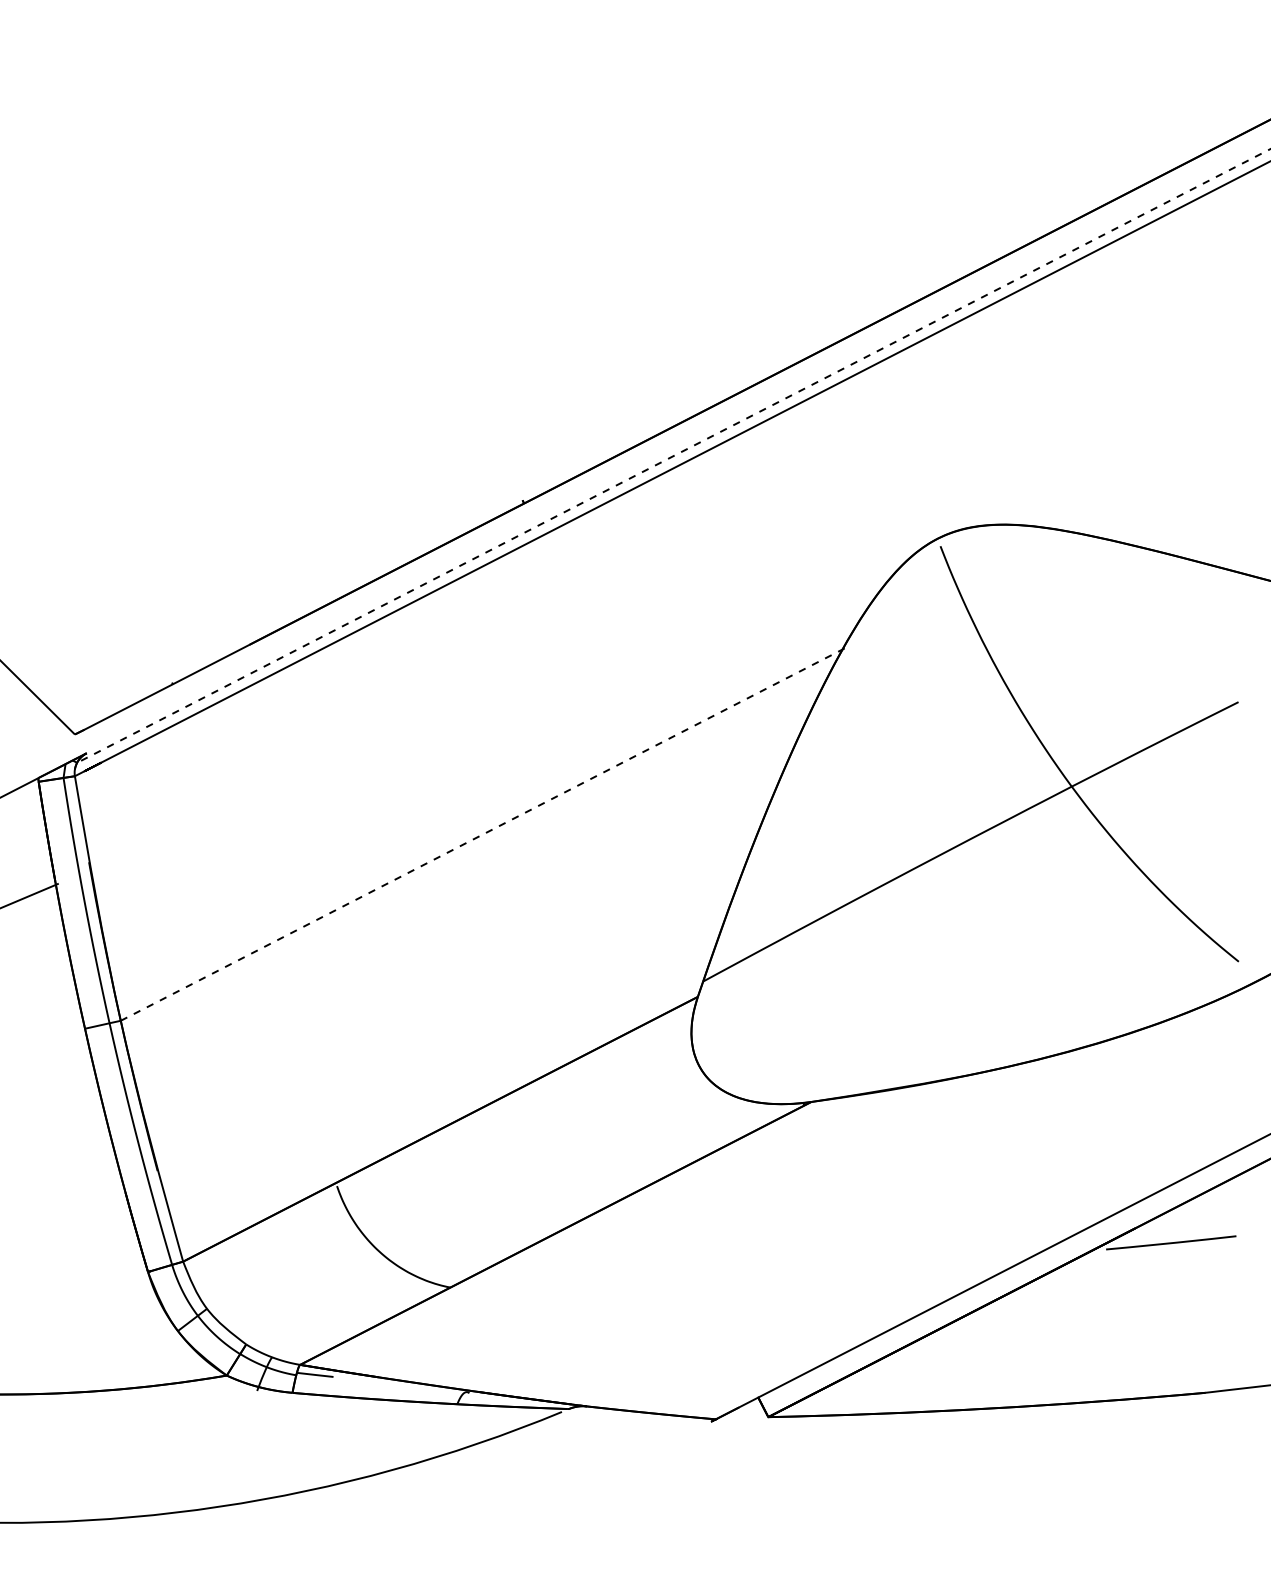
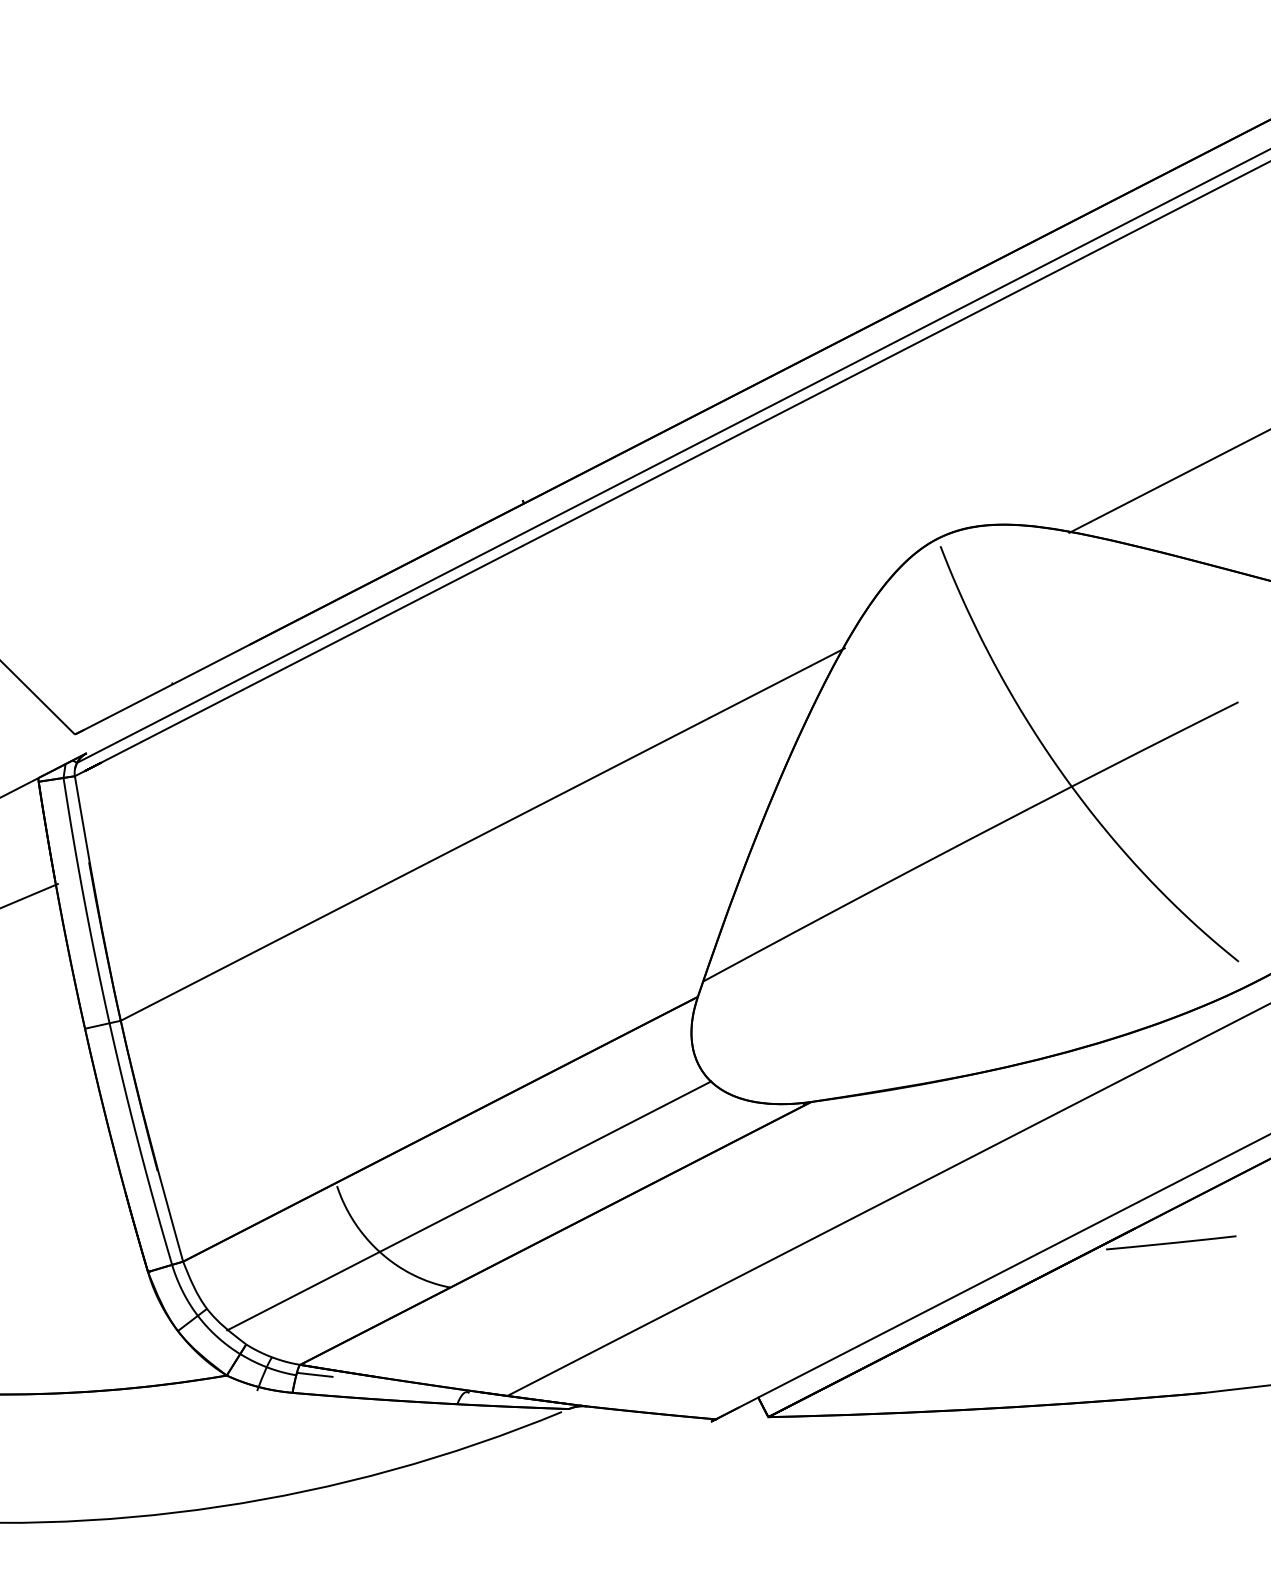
line at (673, 455): dashed -> solid
line at (1168, 481): none -> present
line at (483, 834): dashed -> solid
line at (887, 1199): none -> present
line at (469, 1205): none -> present
